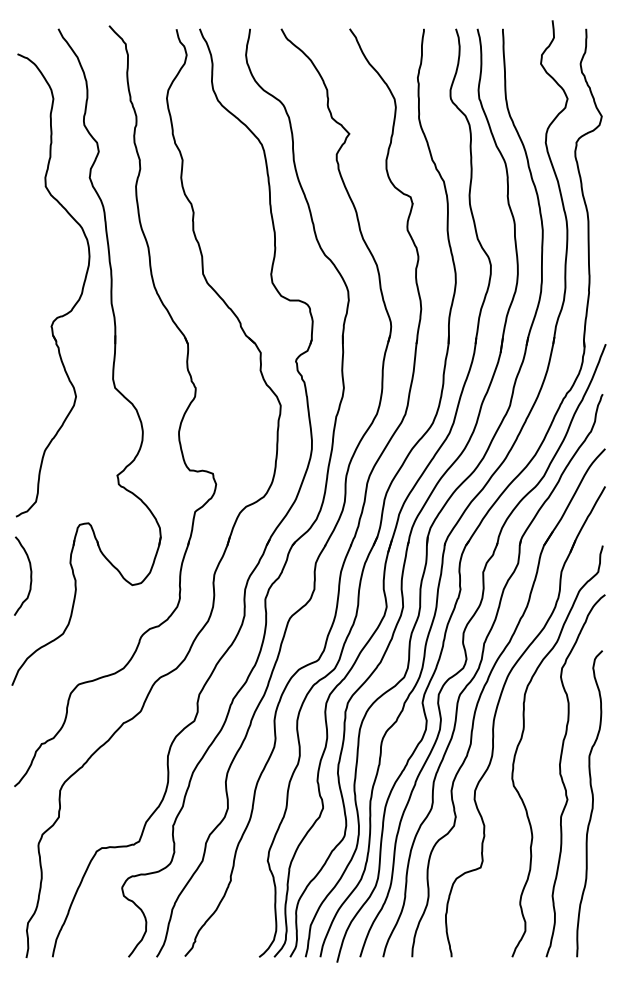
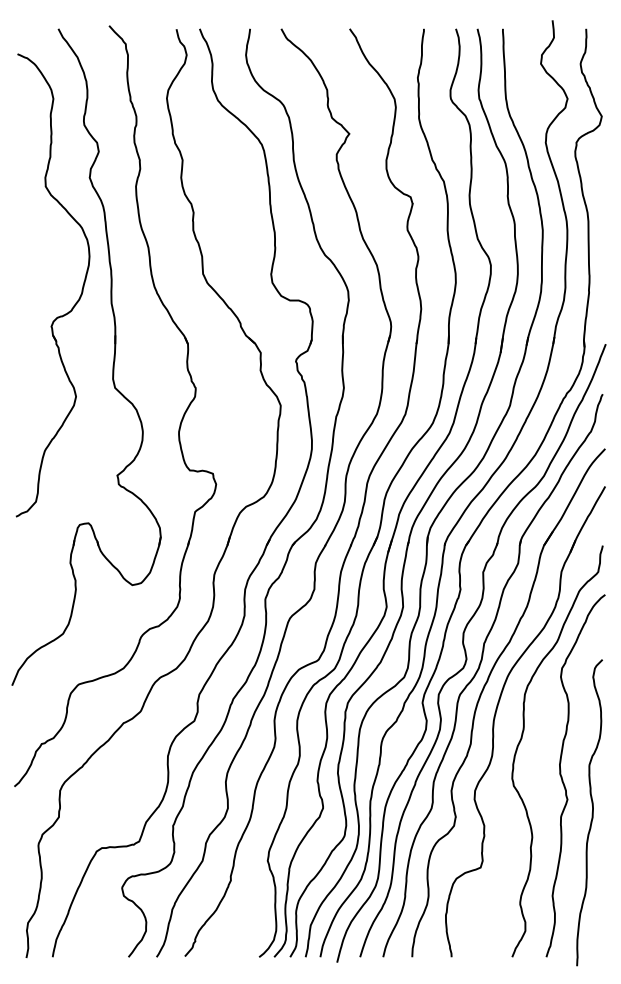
curve at (30, 575): present -> none
curve at (591, 804) position: (591, 804) -> (591, 813)
